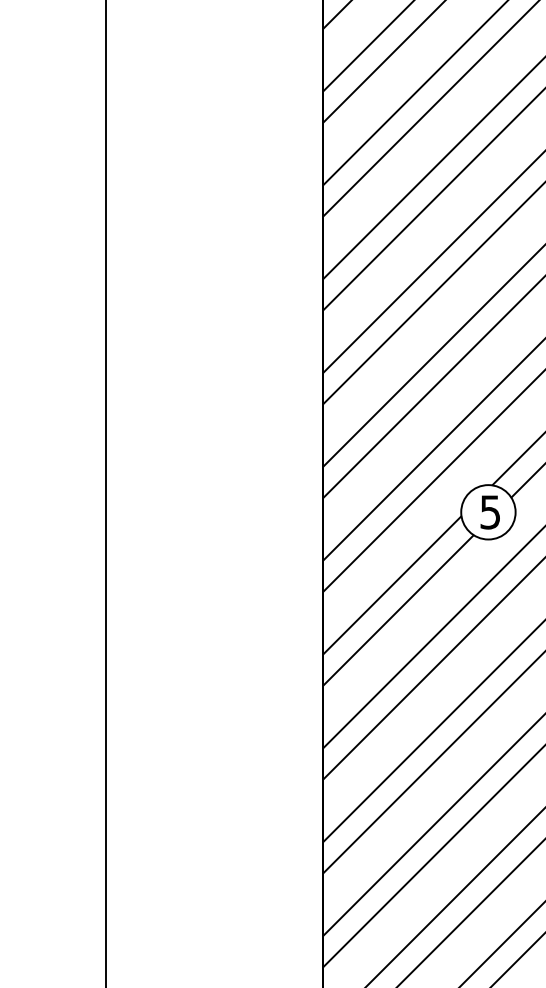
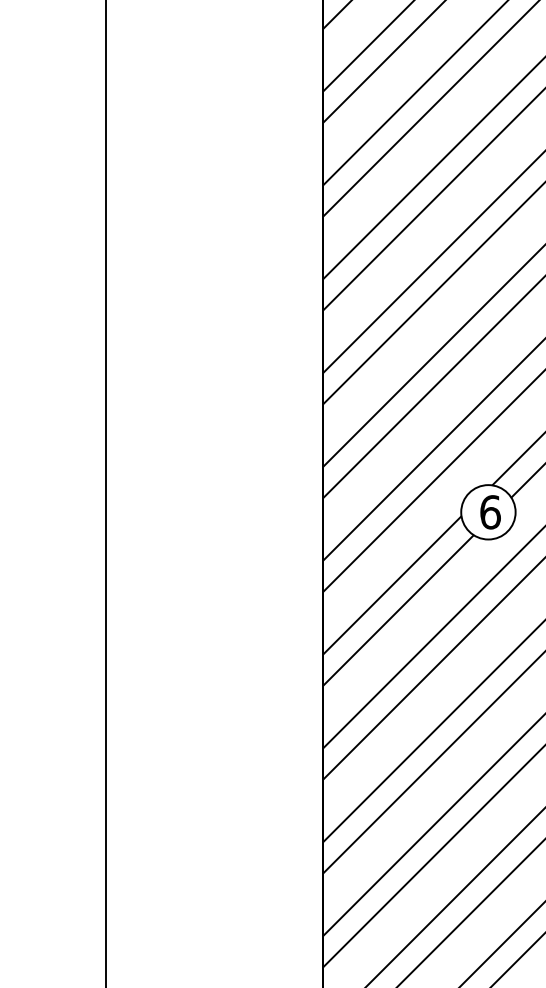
text at (490, 512): 5 -> 6
